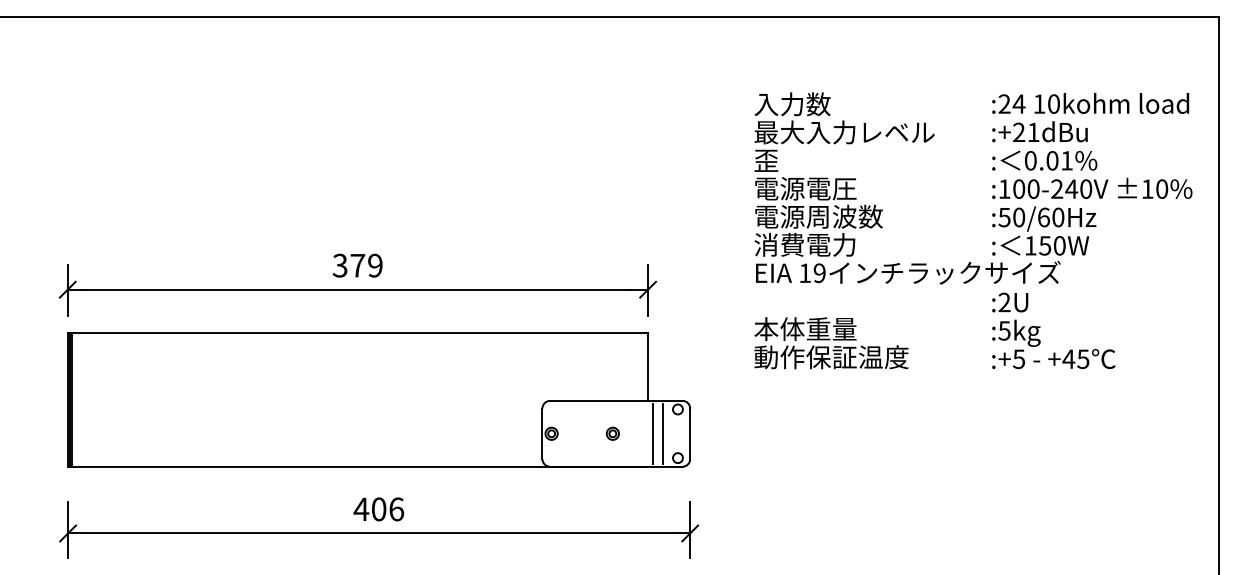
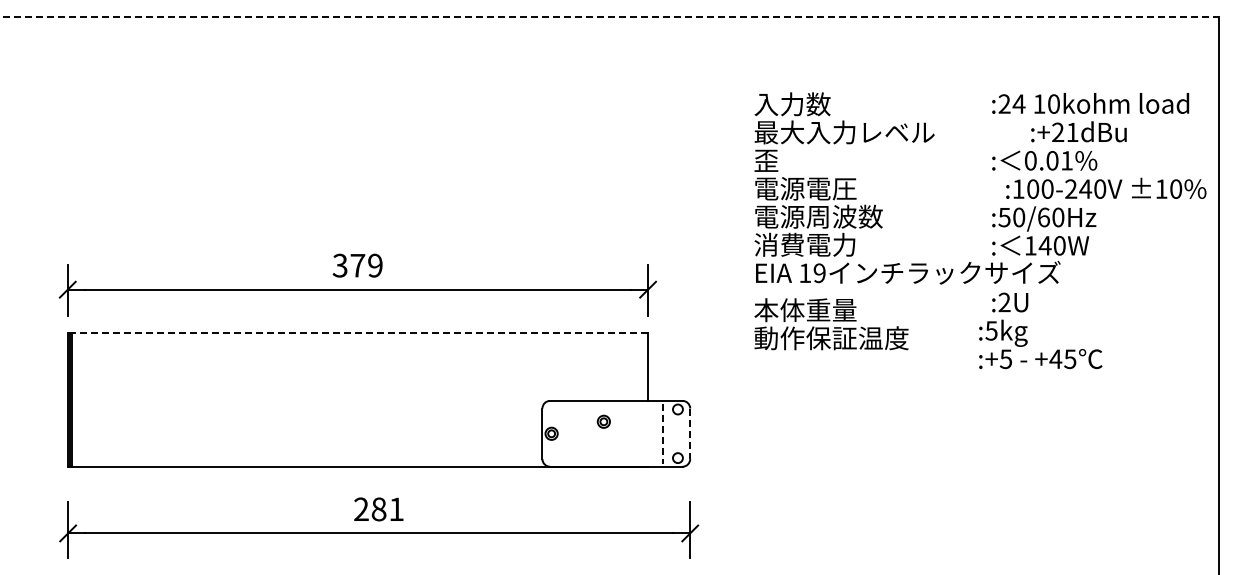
line at (610, 17): solid -> dashed
text at (1039, 131) position: (1039, 131) -> (1078, 131)
text at (1092, 187) position: (1092, 187) -> (1106, 187)
text at (1044, 245): 150W -> 140W
line at (357, 332): solid -> dashed
text at (831, 343) position: (831, 343) -> (831, 324)
text at (1053, 344) position: (1053, 344) -> (1040, 344)
part at (612, 433) position: (612, 433) -> (603, 421)
line at (653, 433): present -> none
line at (662, 433): solid -> dashed
line at (690, 434): solid -> dashed
text at (378, 509): 406 -> 281
